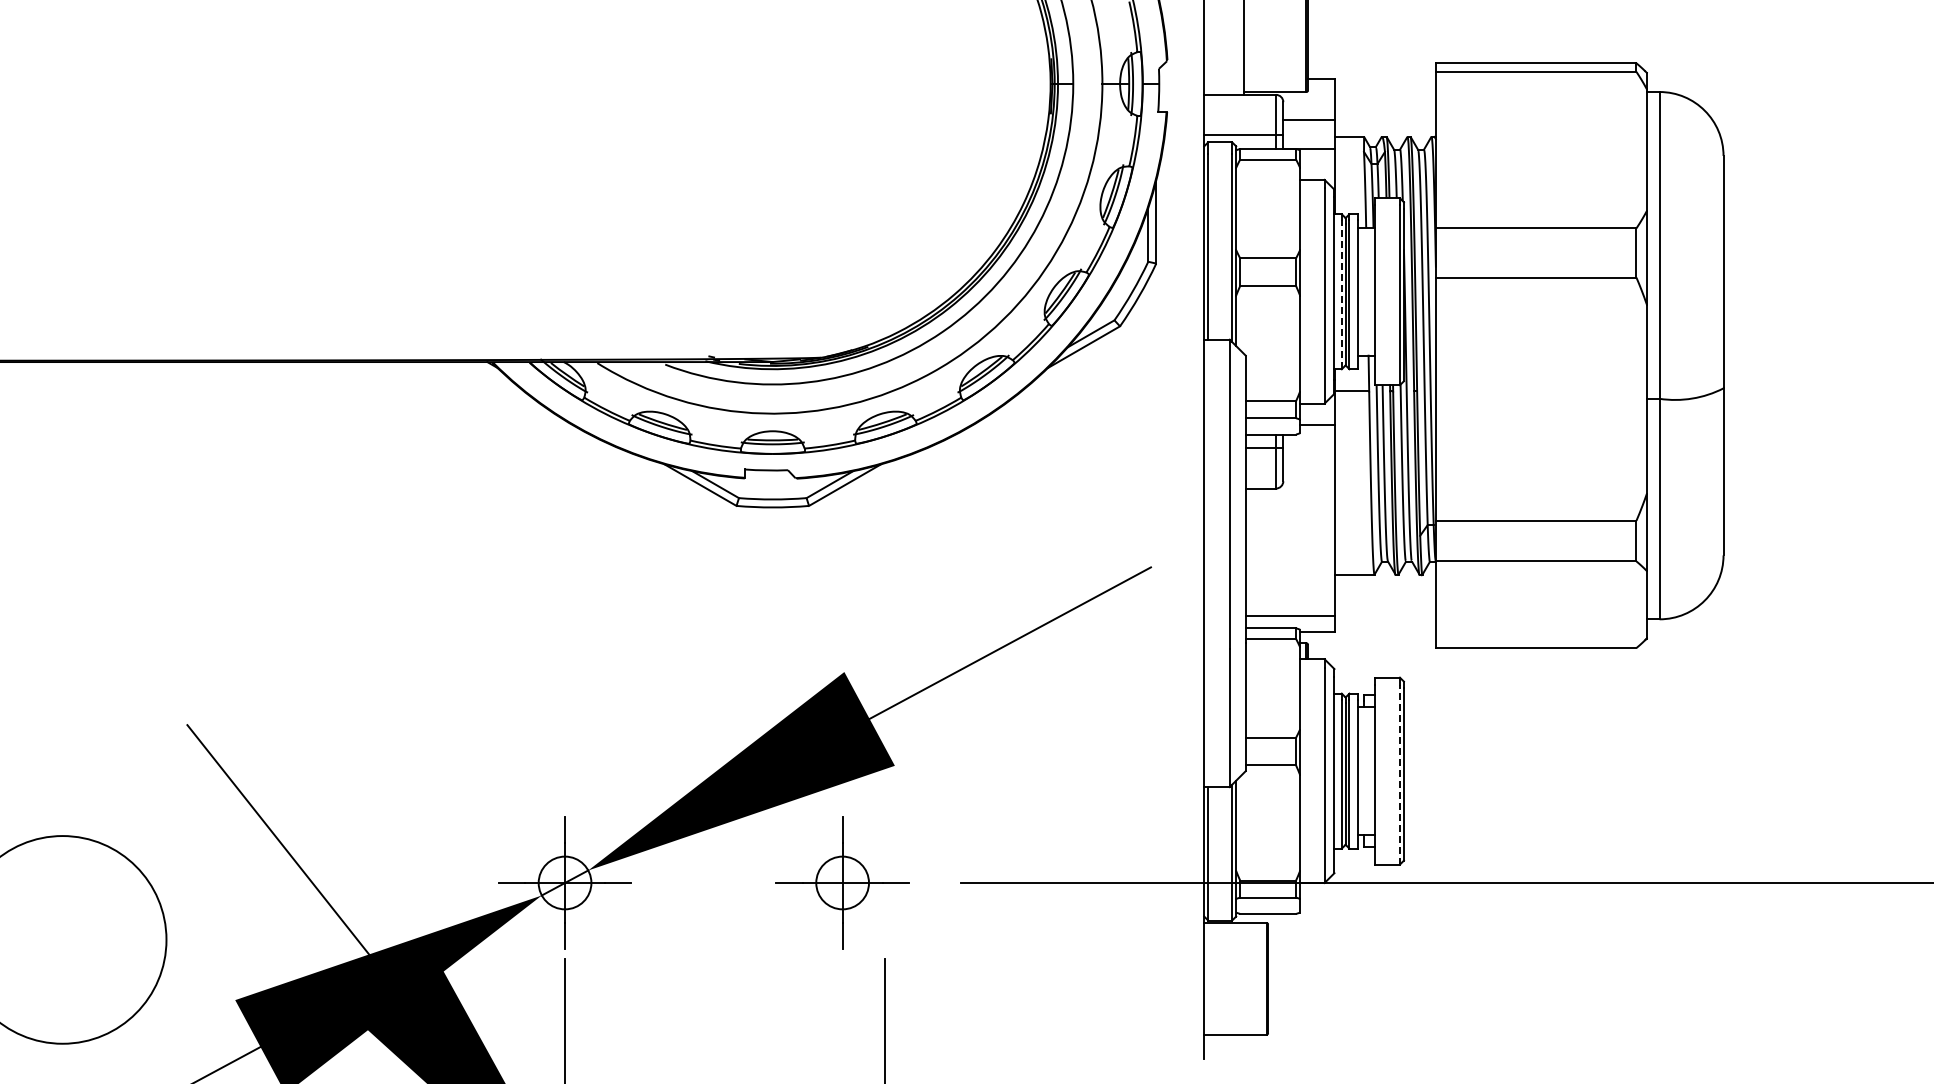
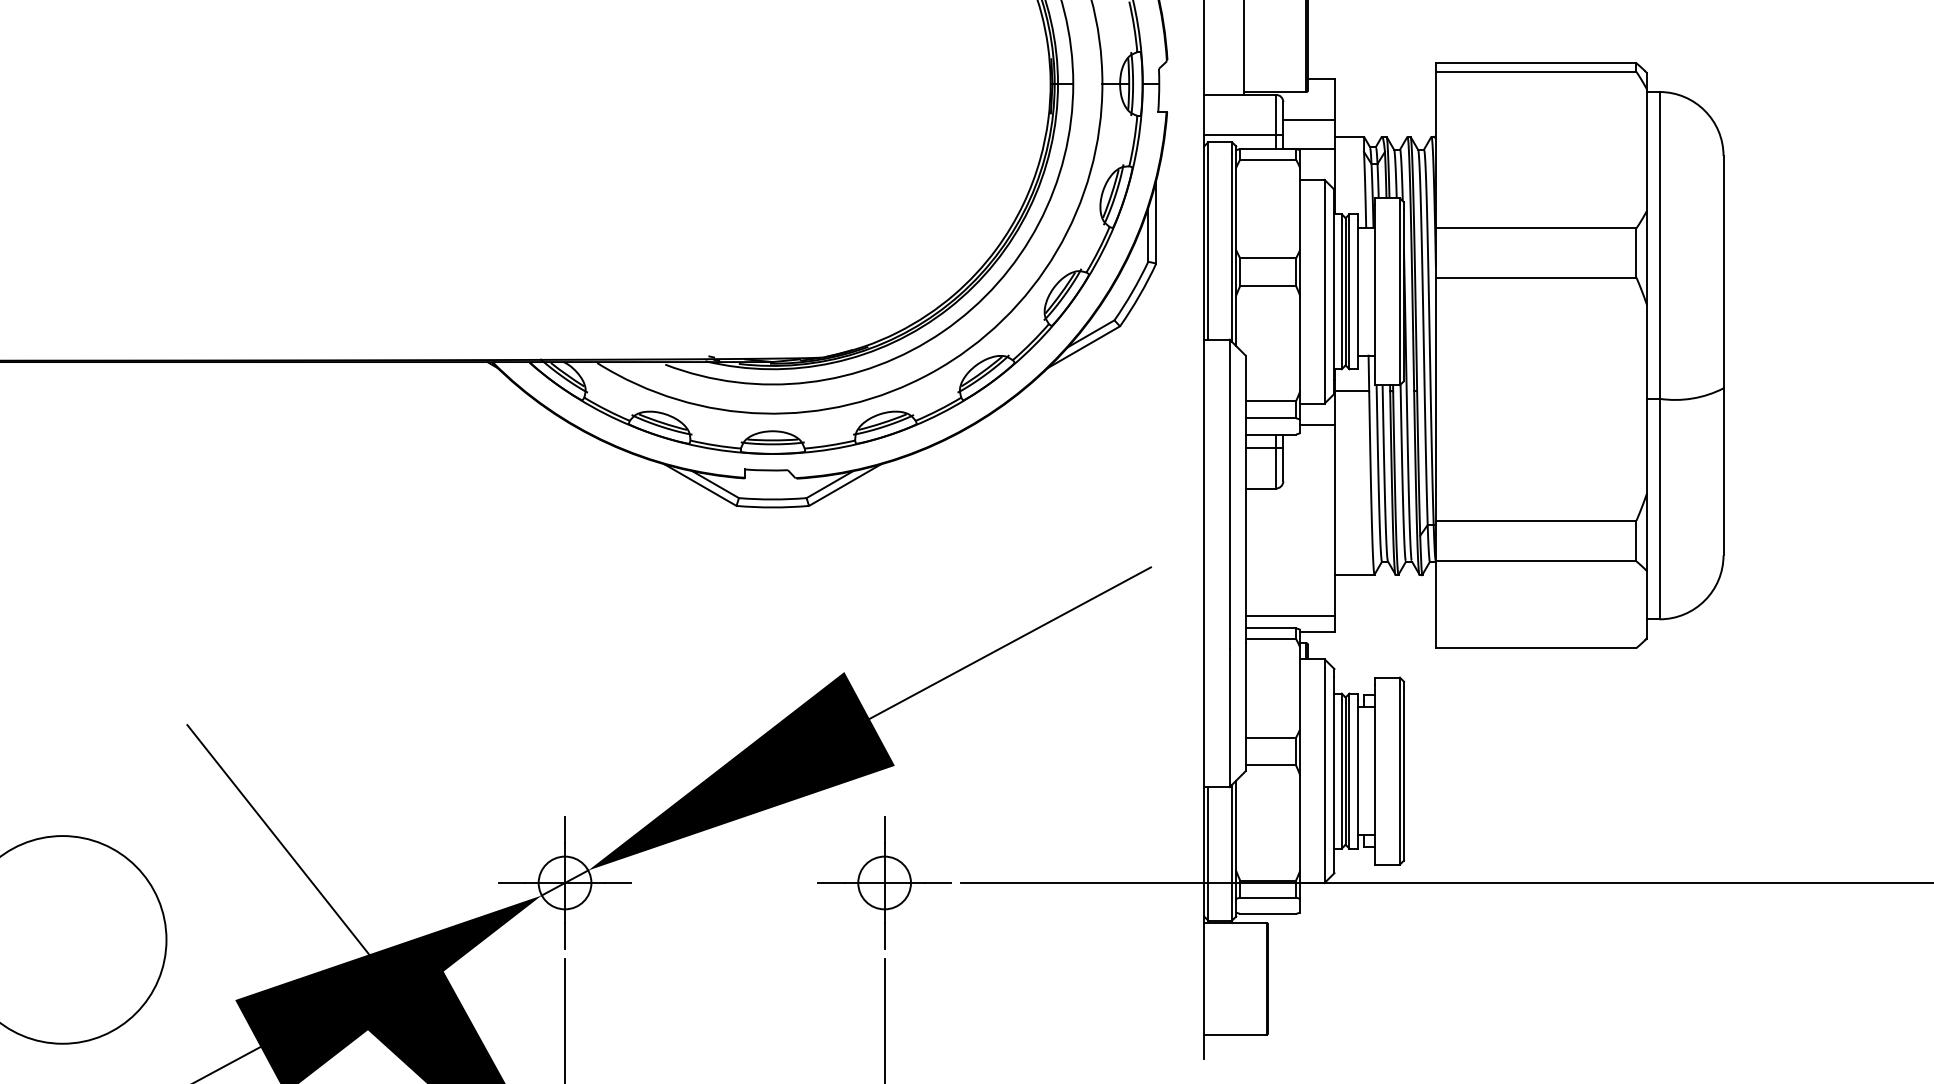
line at (1341, 294): dashed -> solid
line at (1399, 774): dashed -> solid
part at (842, 882) position: (842, 882) -> (884, 882)
